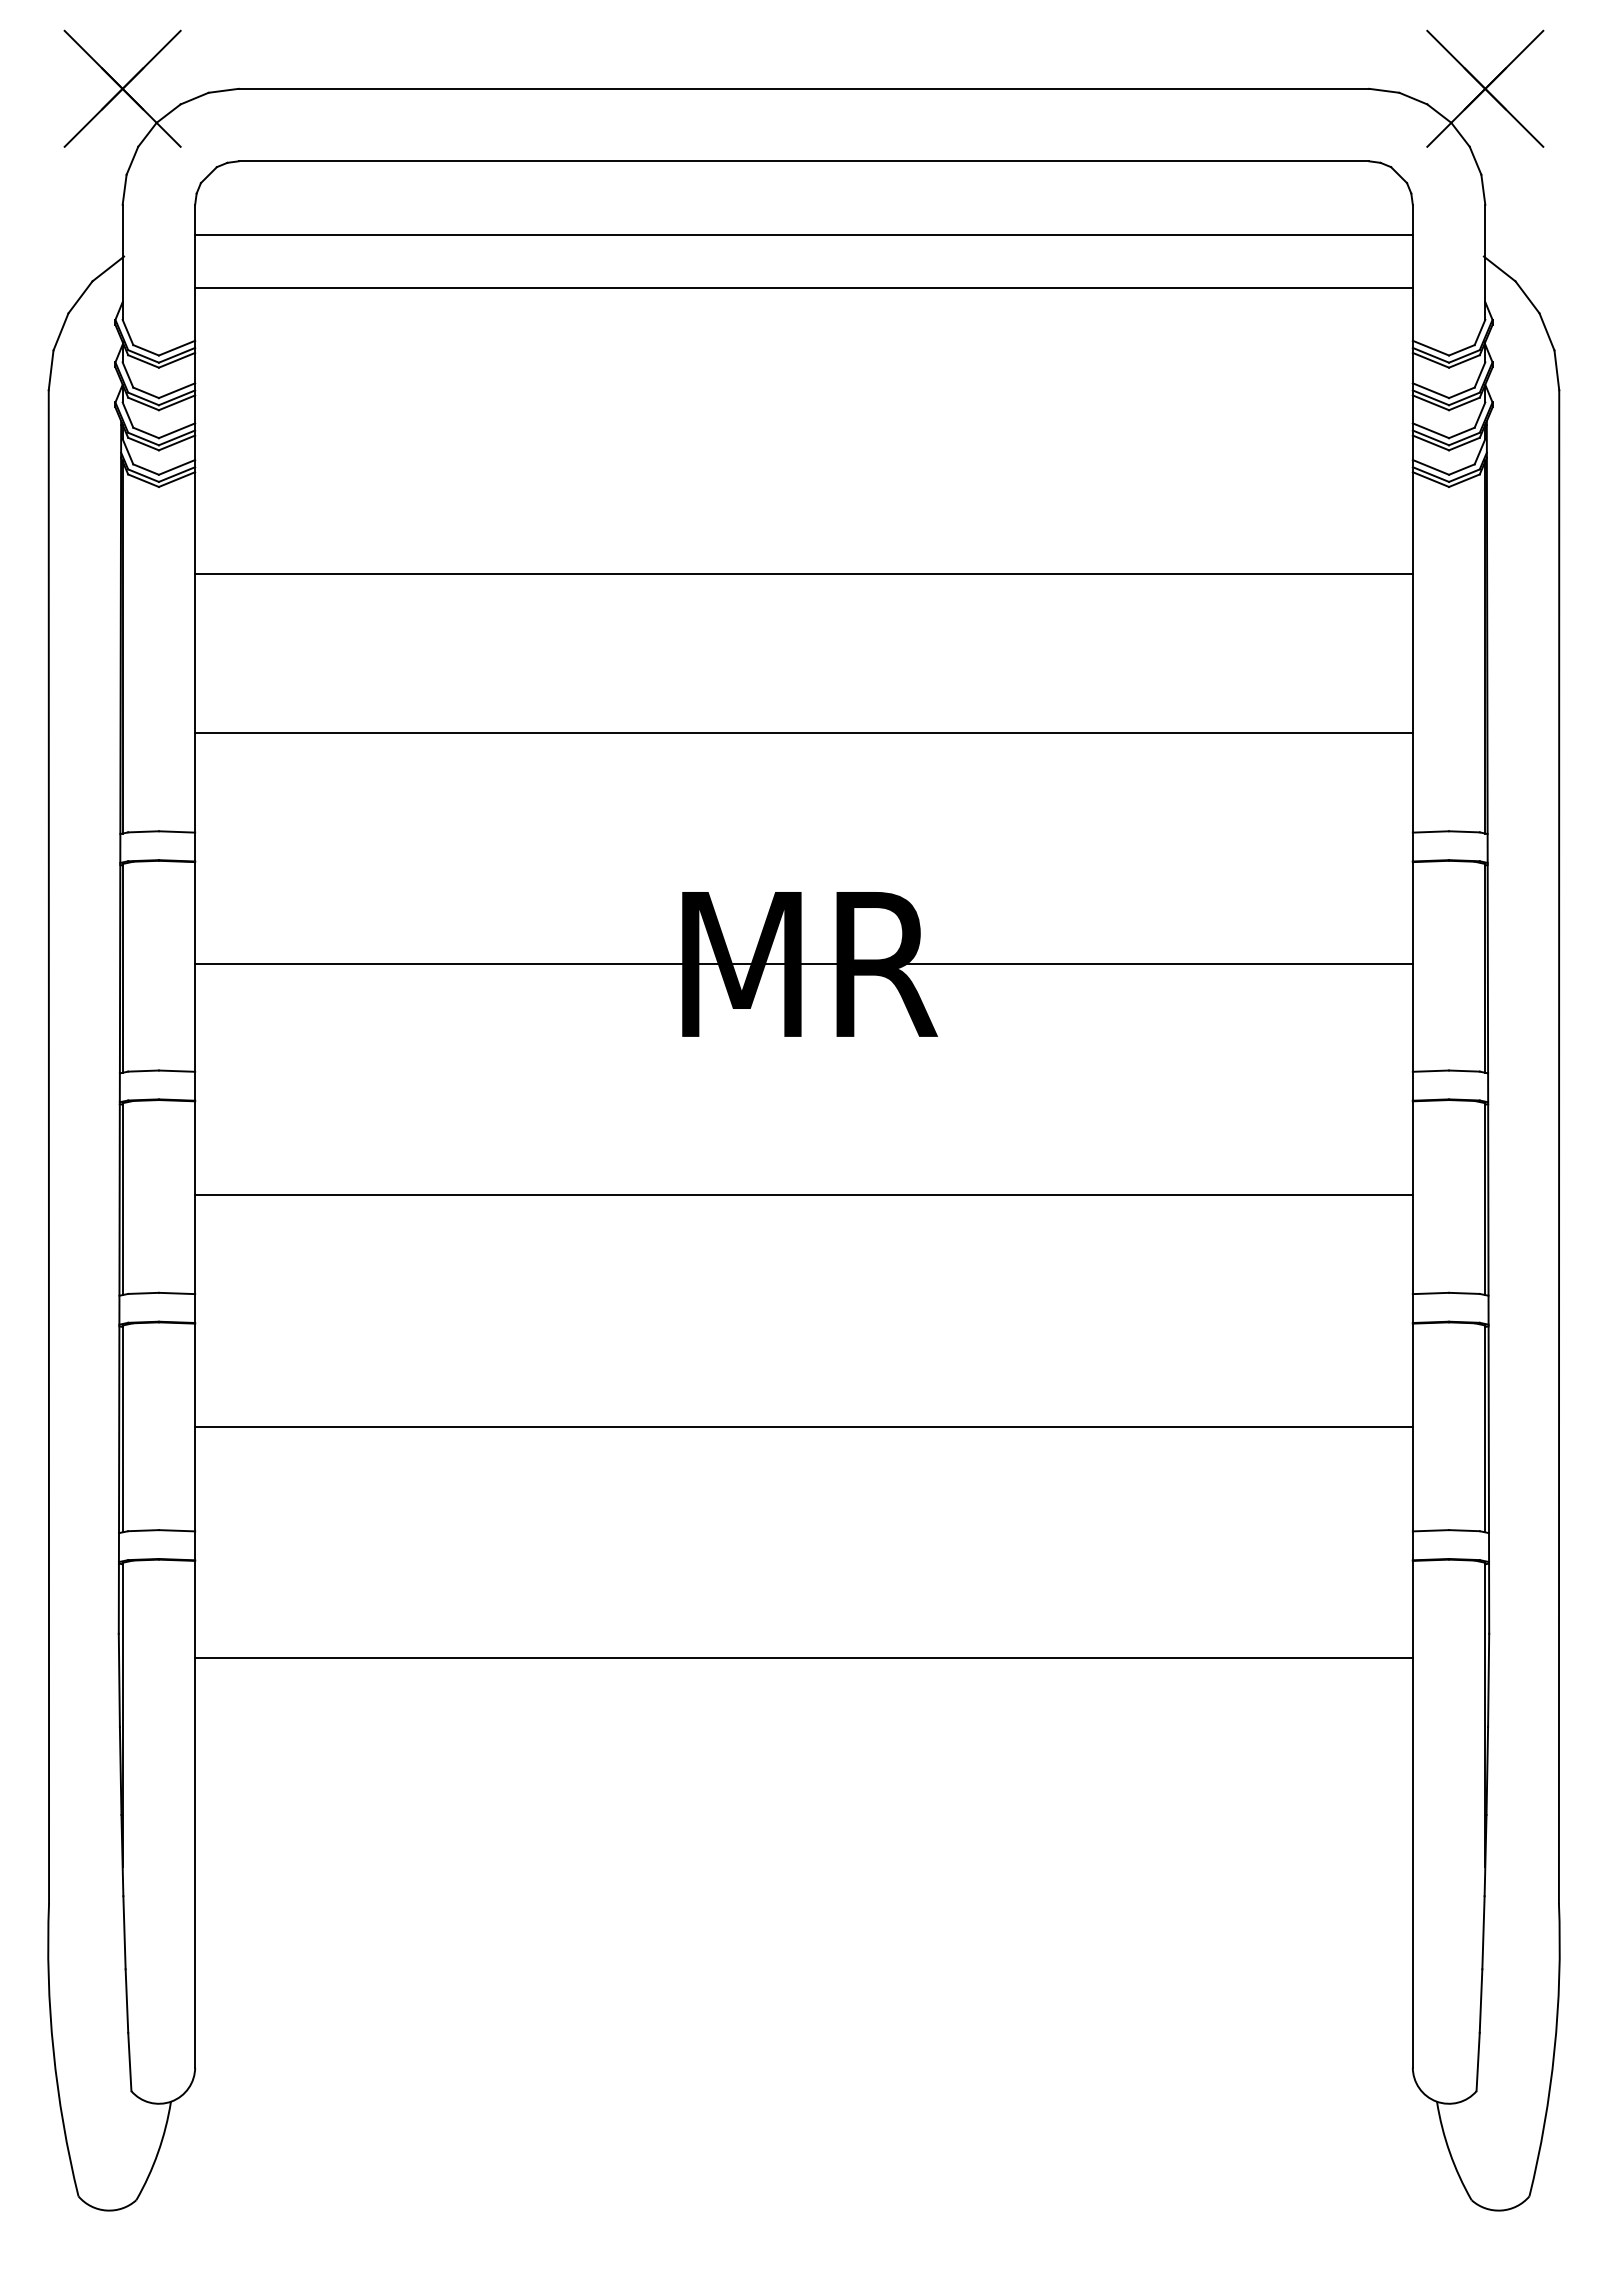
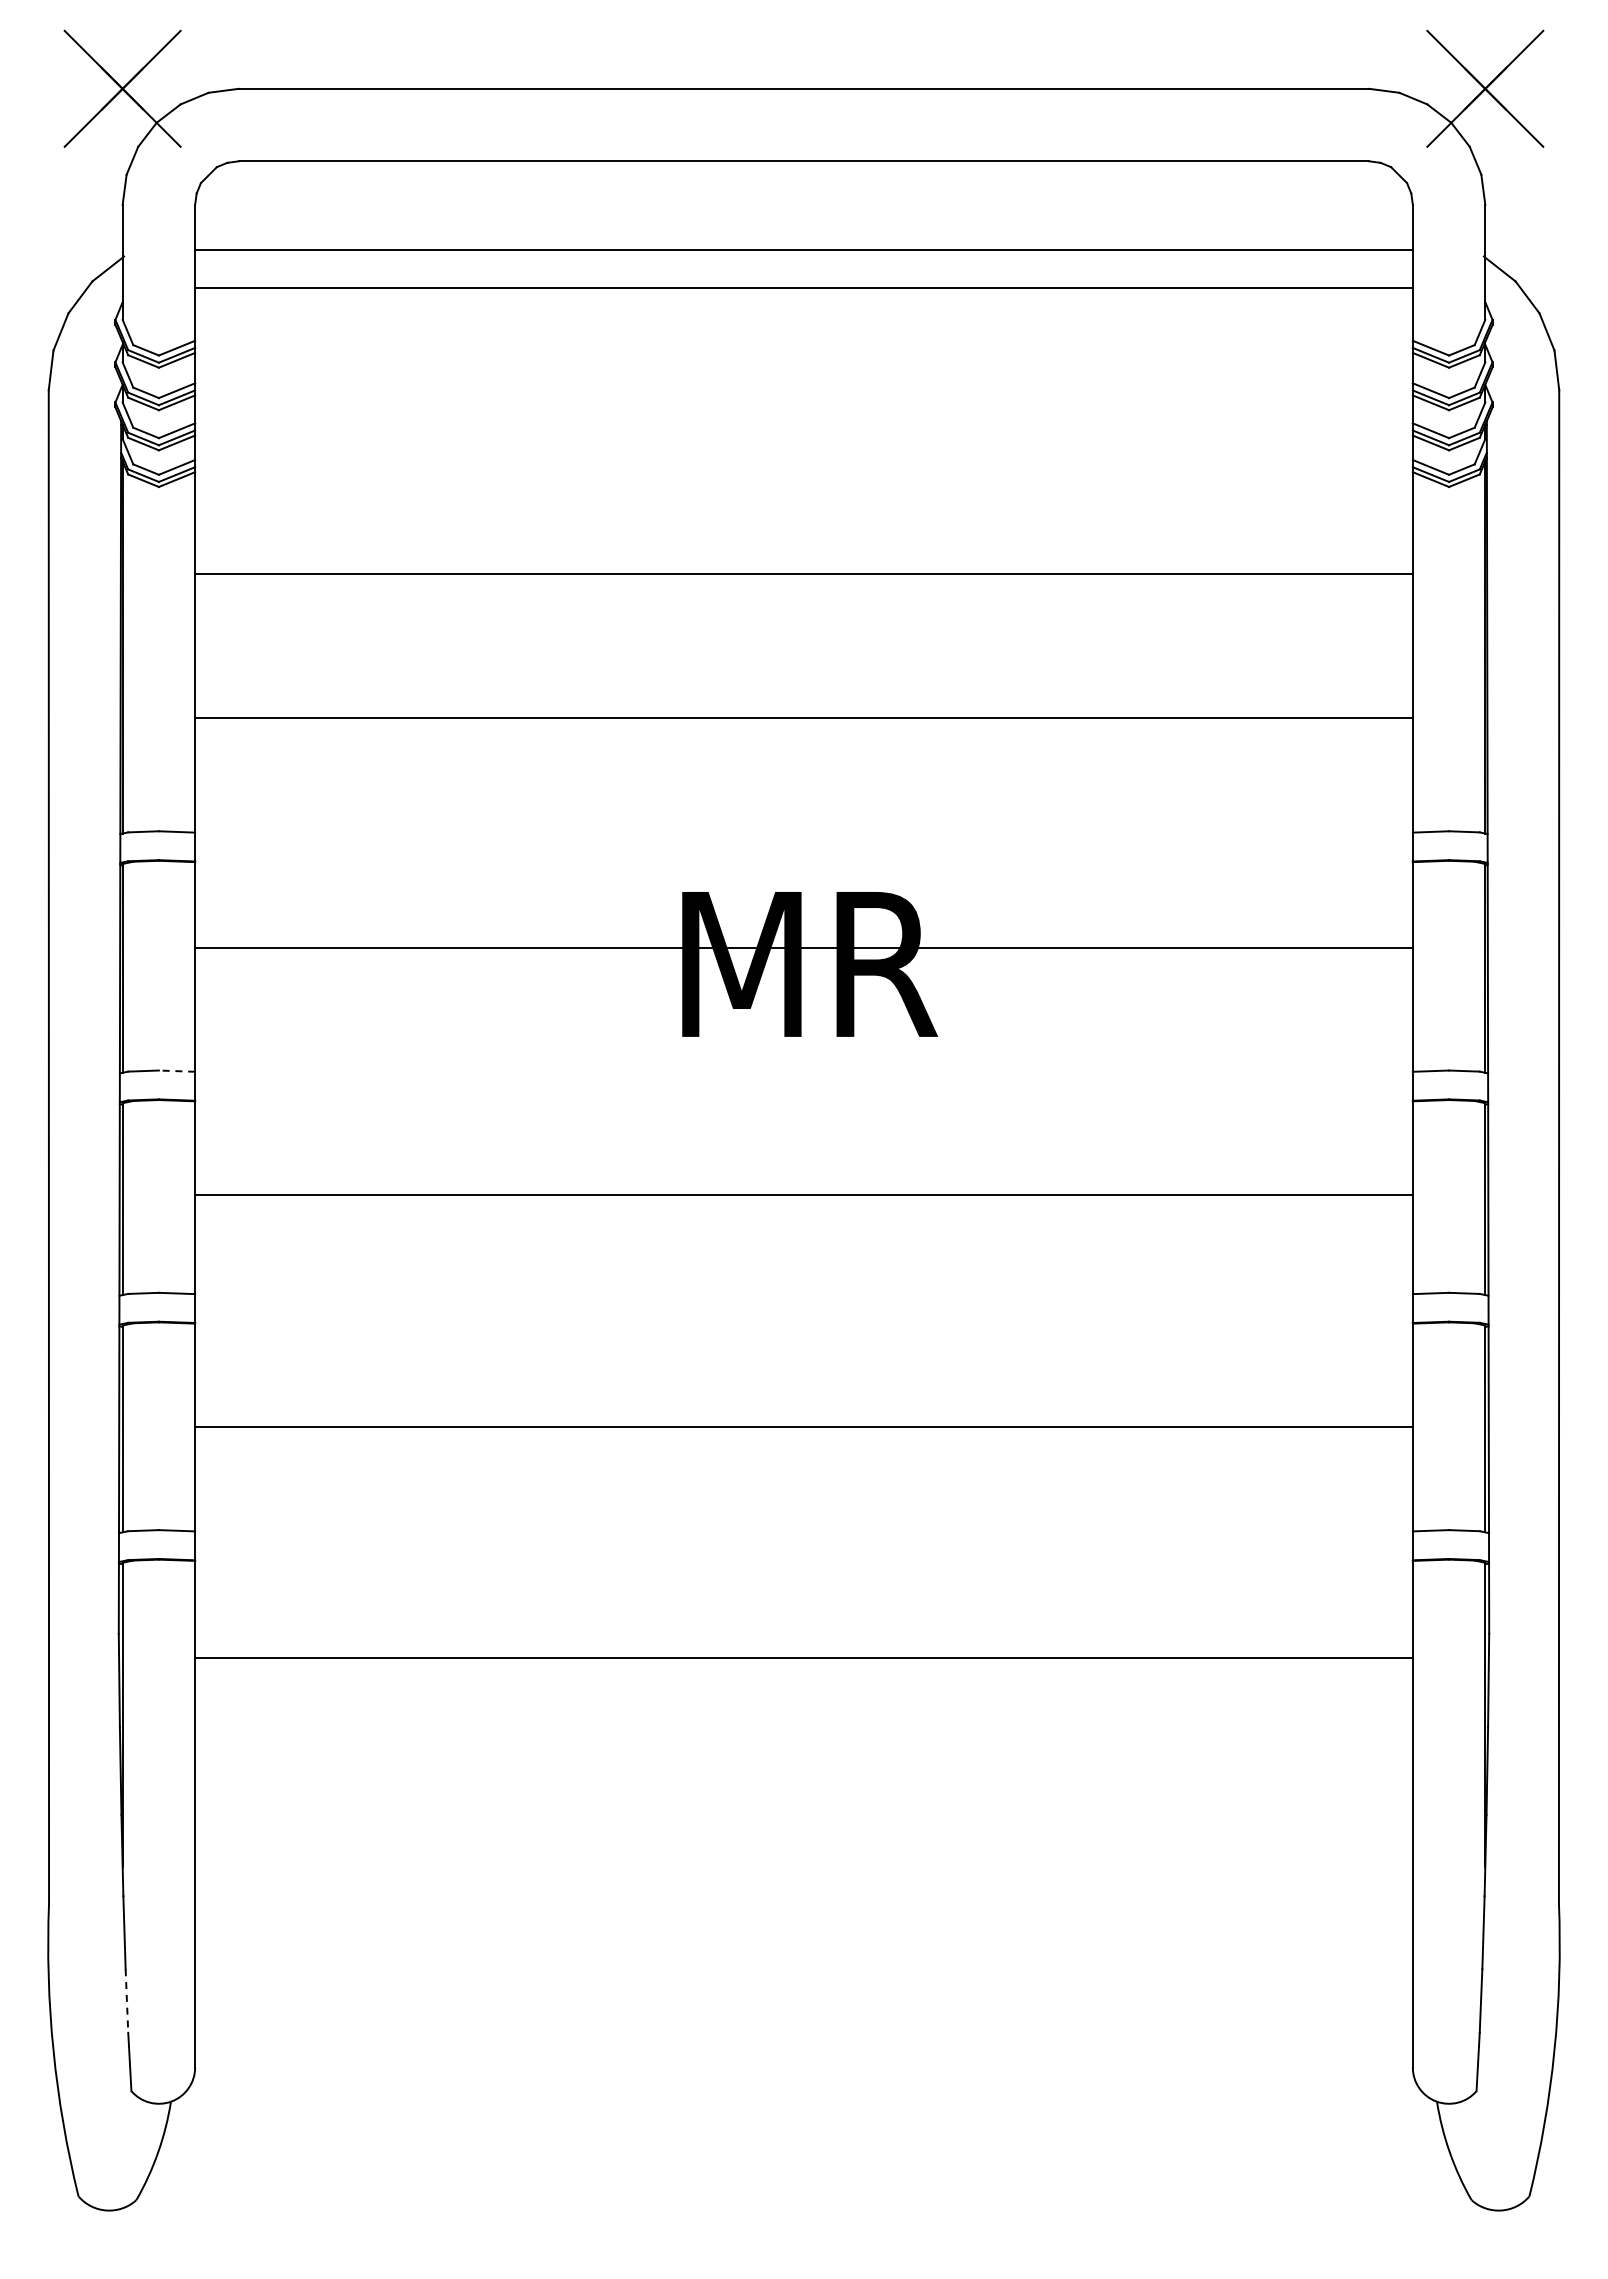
line at (803, 235) position: (803, 235) -> (803, 250)
line at (803, 733) position: (803, 733) -> (803, 718)
line at (803, 964) position: (803, 964) -> (803, 948)
line at (176, 1071): solid -> dashed
line at (126, 2001): solid -> dashed
